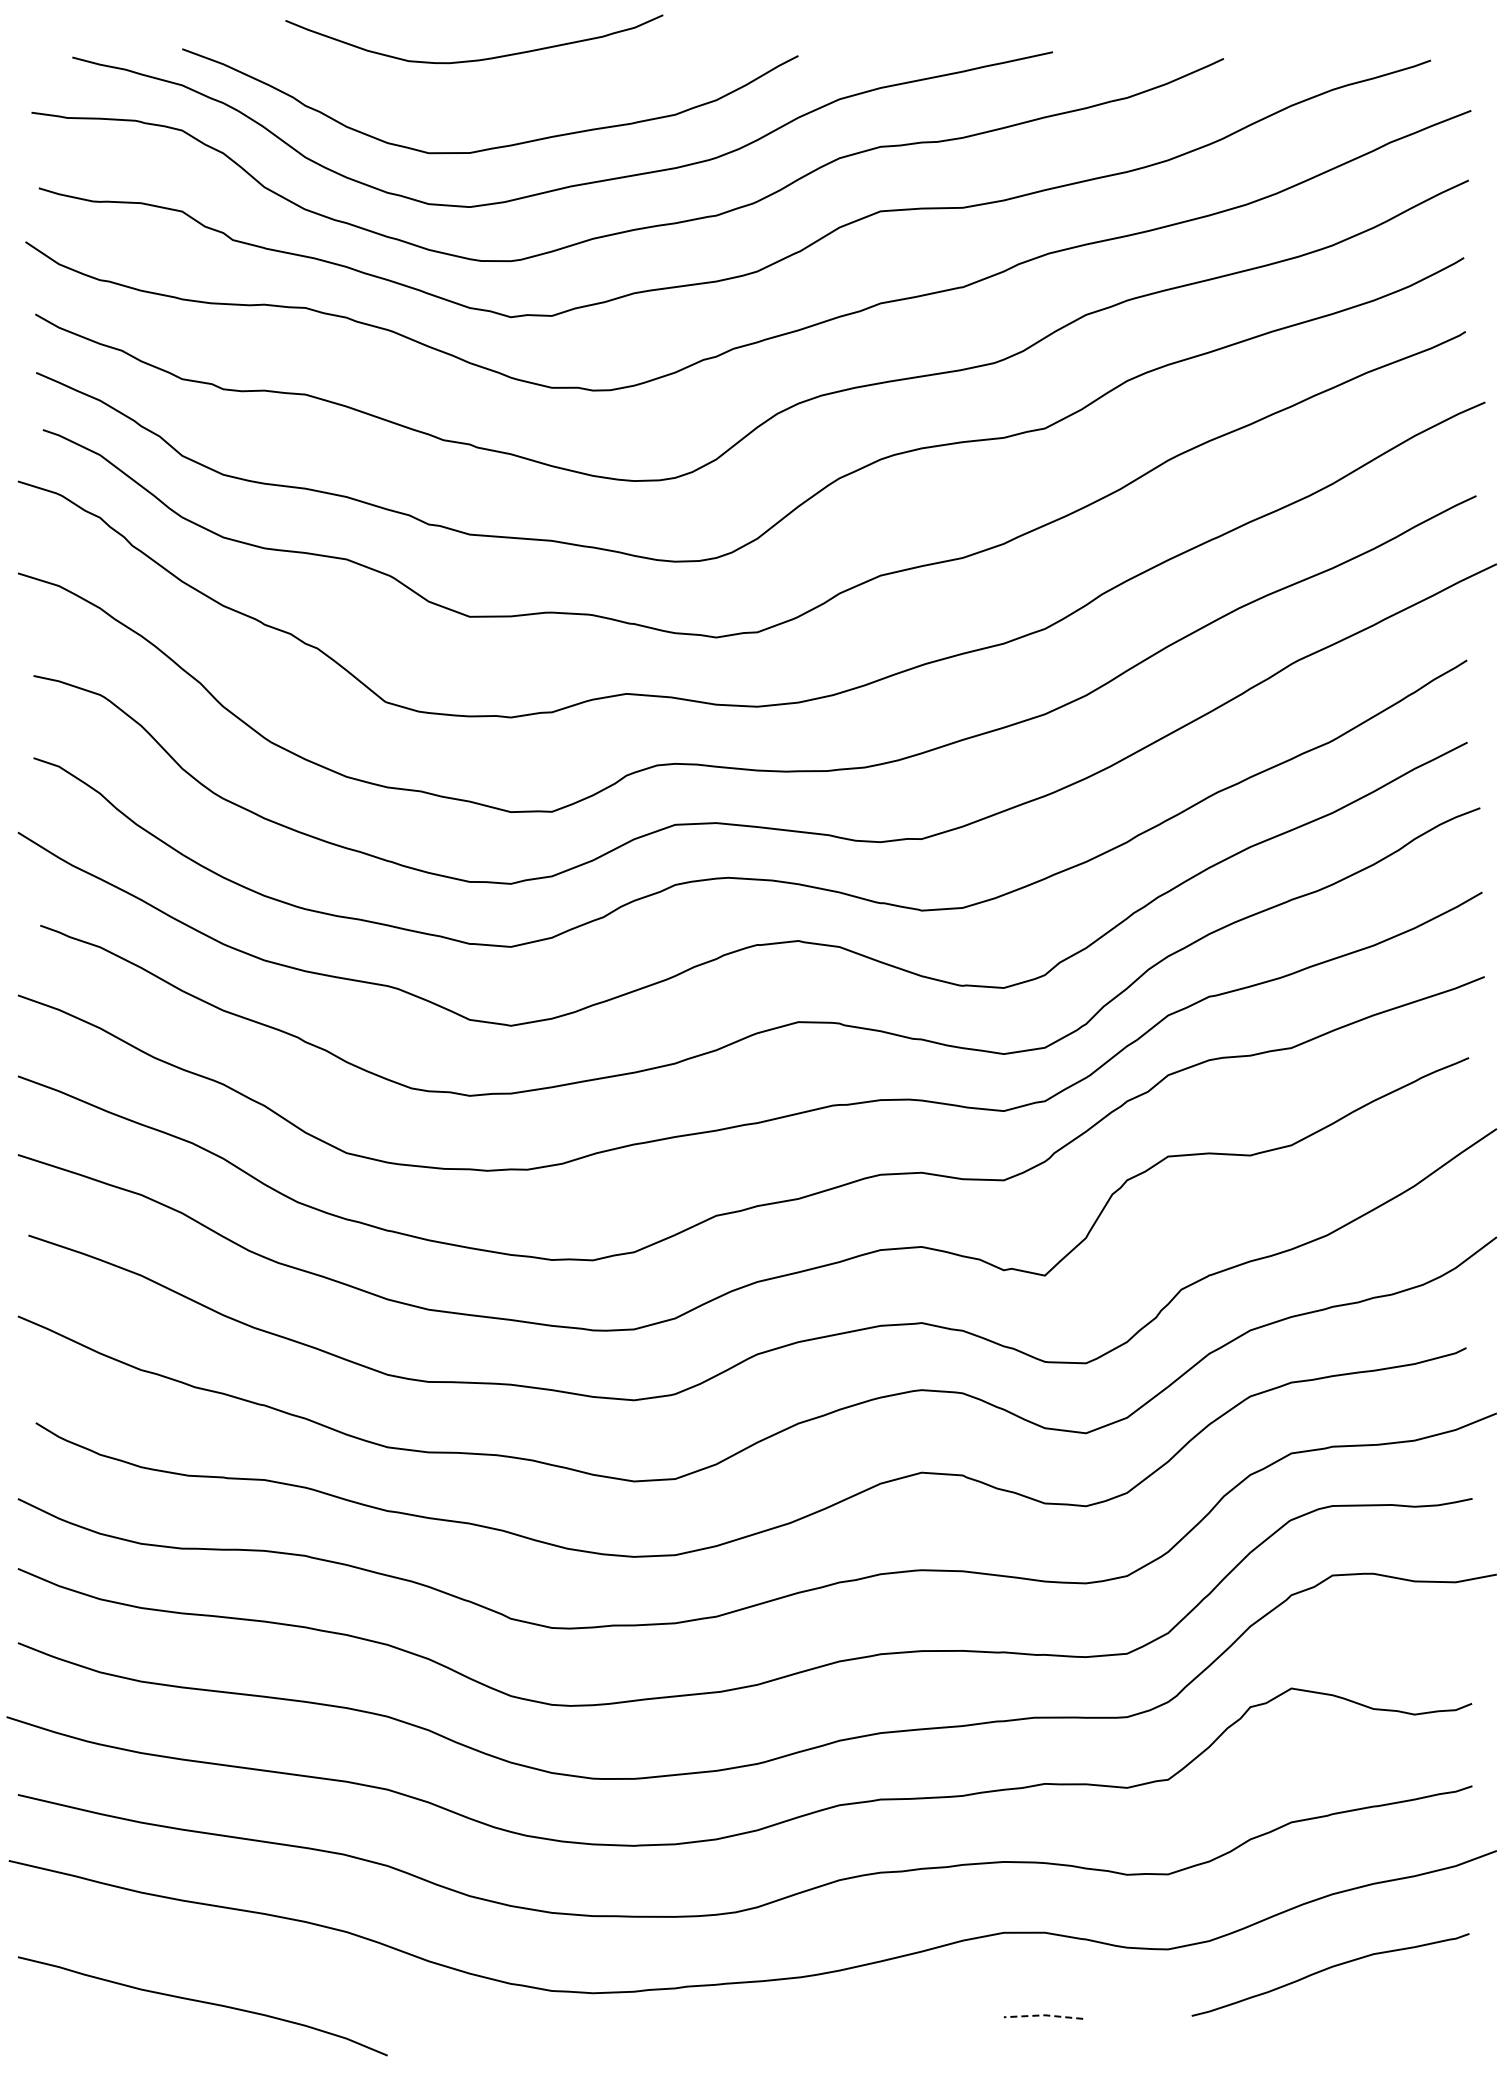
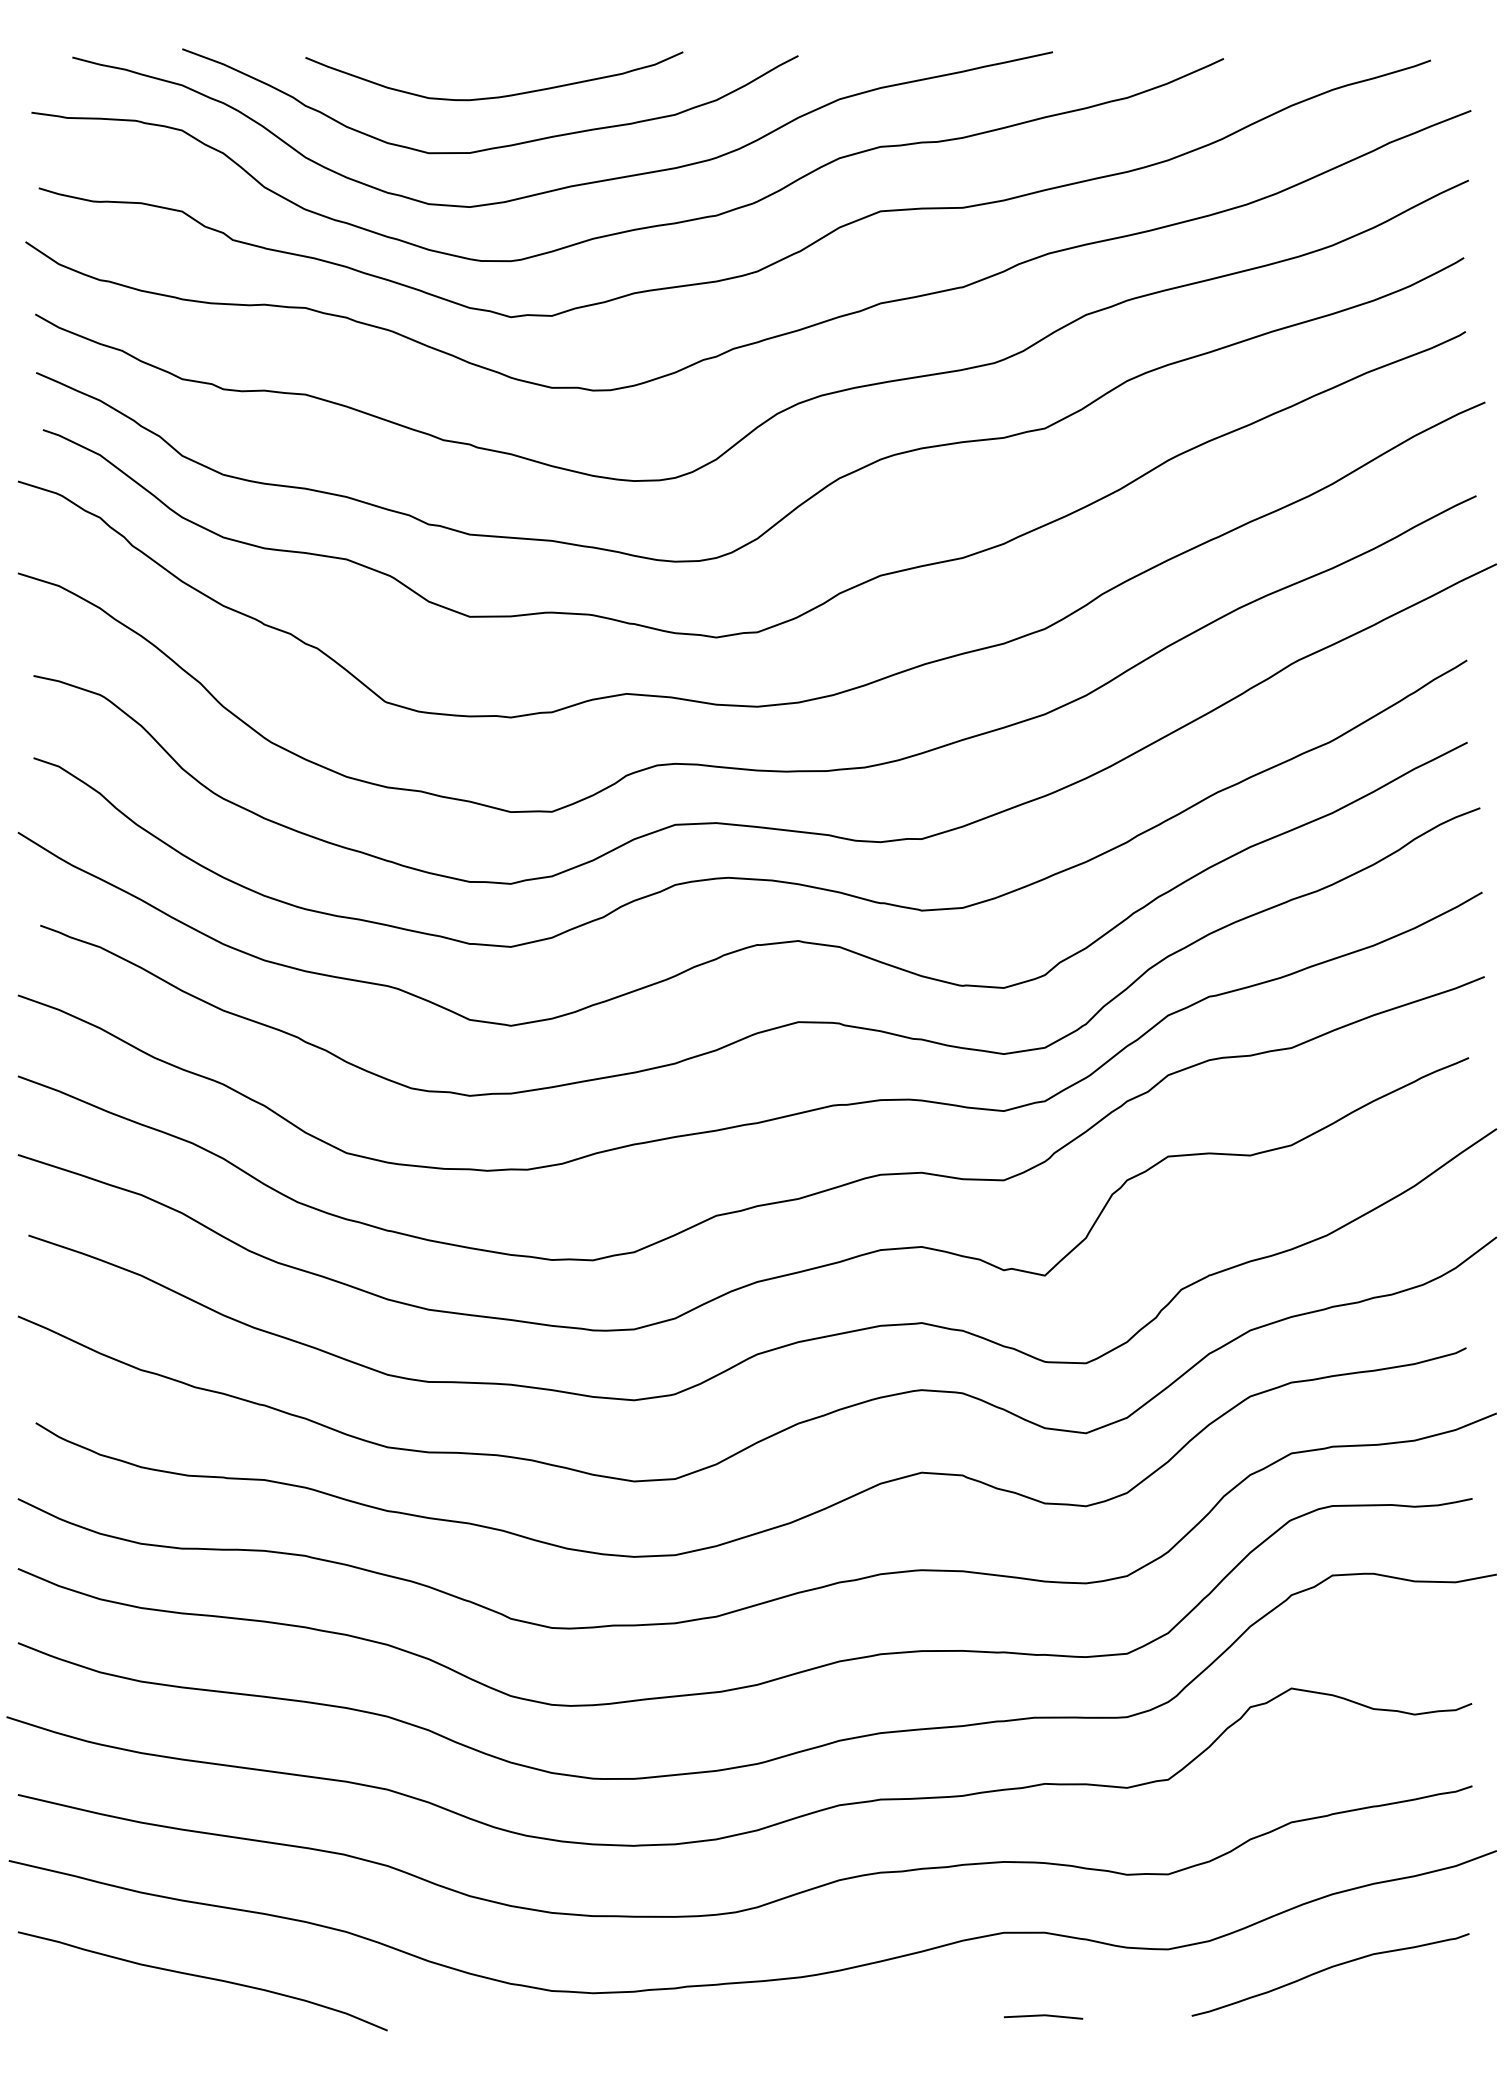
curve at (474, 59) position: (474, 59) -> (494, 96)
curve at (204, 2003) position: (204, 2003) -> (204, 1978)
line at (1043, 2015): dashed -> solid
